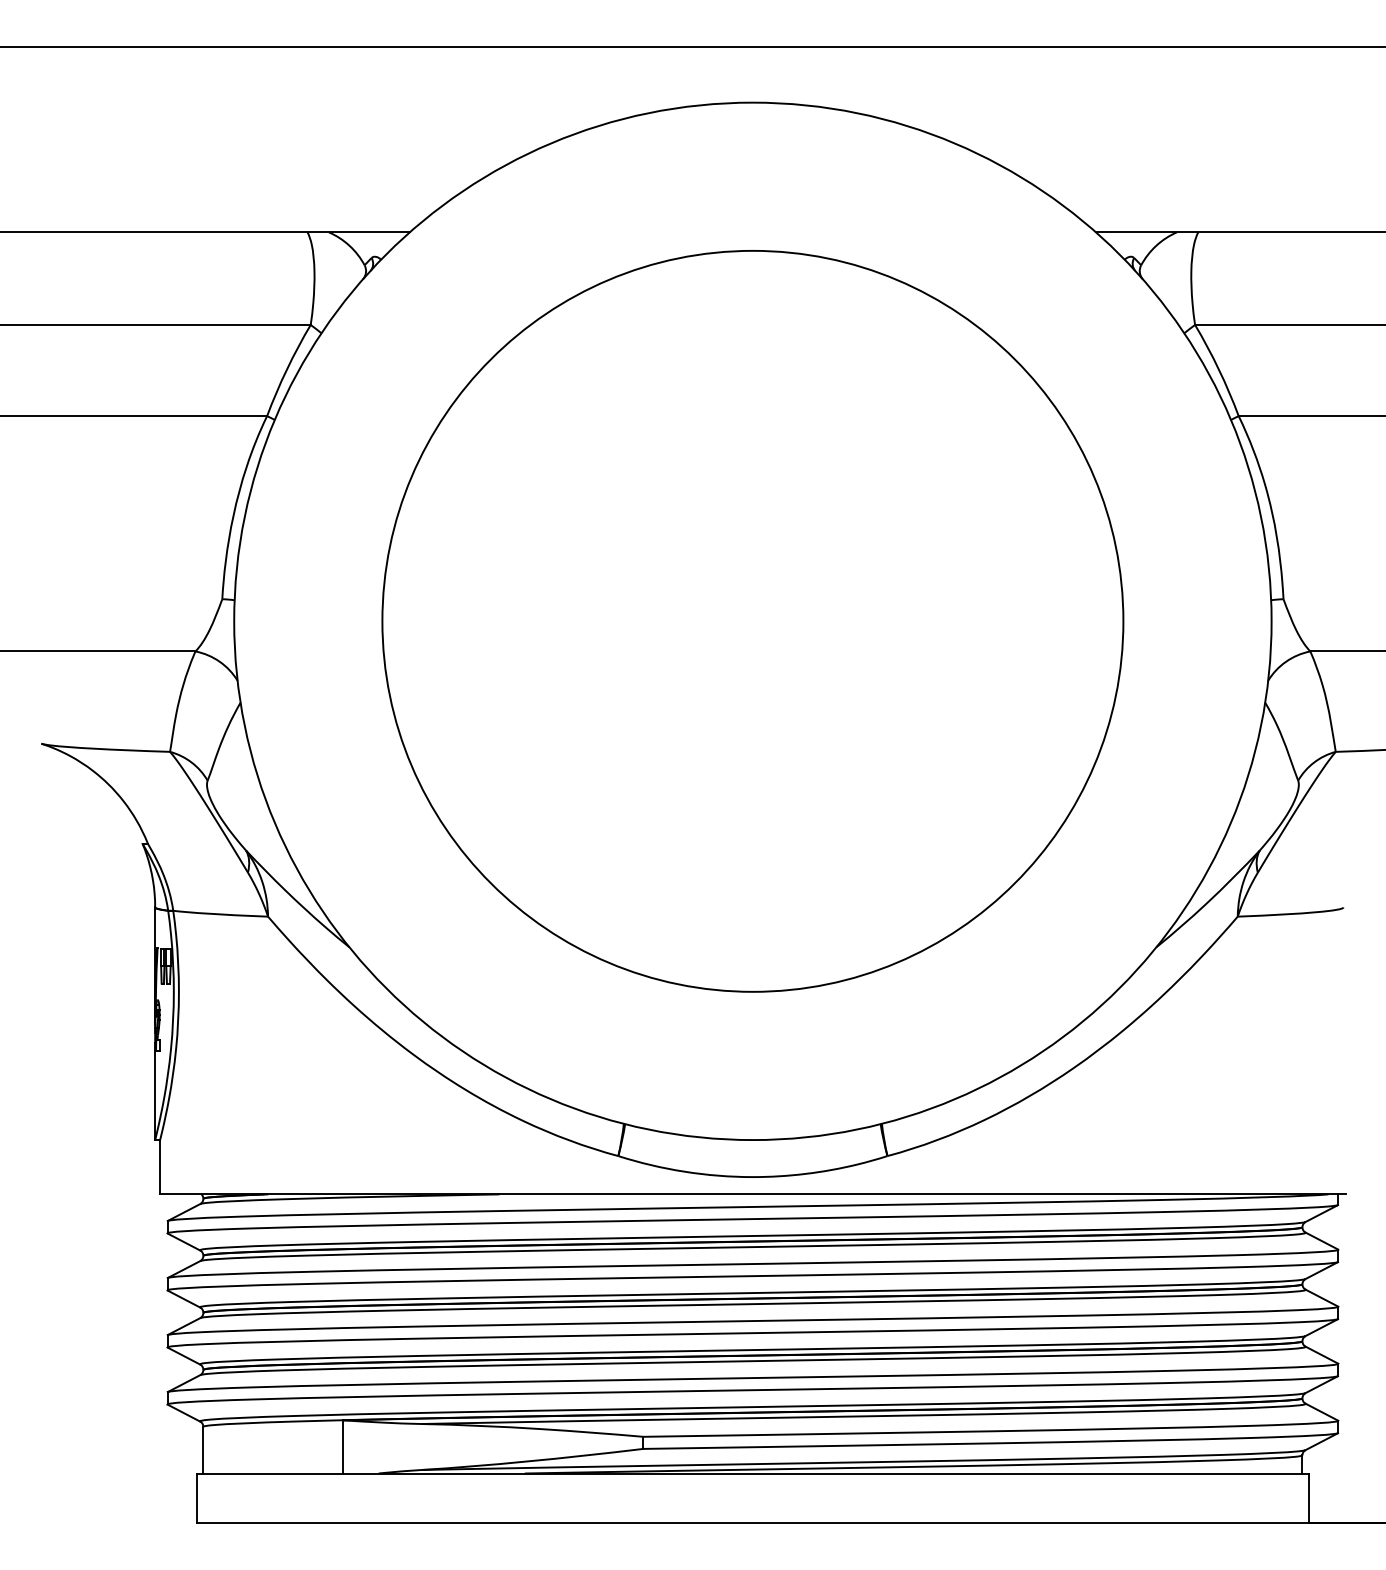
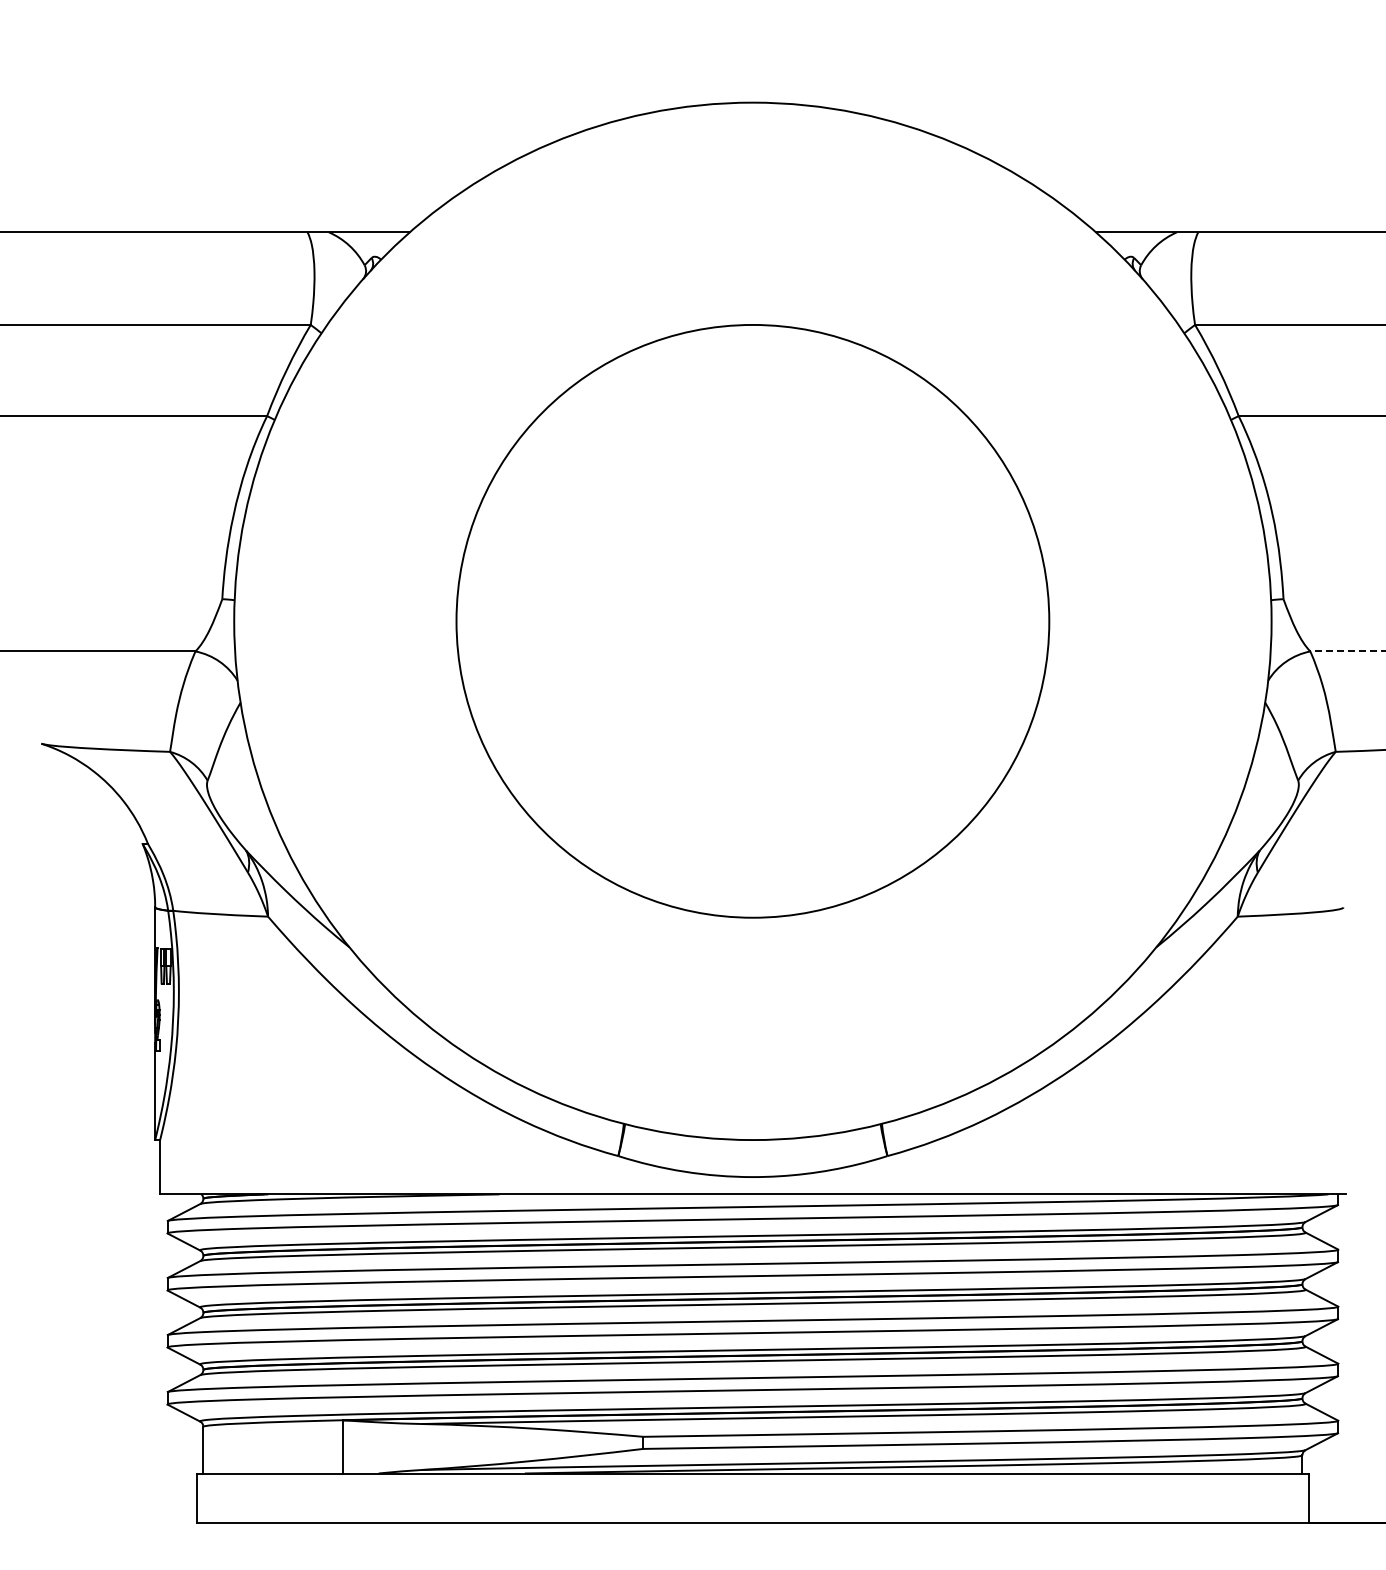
line at (692, 47): present -> none
circle at (752, 620) diameter: 741 px -> 593 px
line at (1347, 651): solid -> dashed
